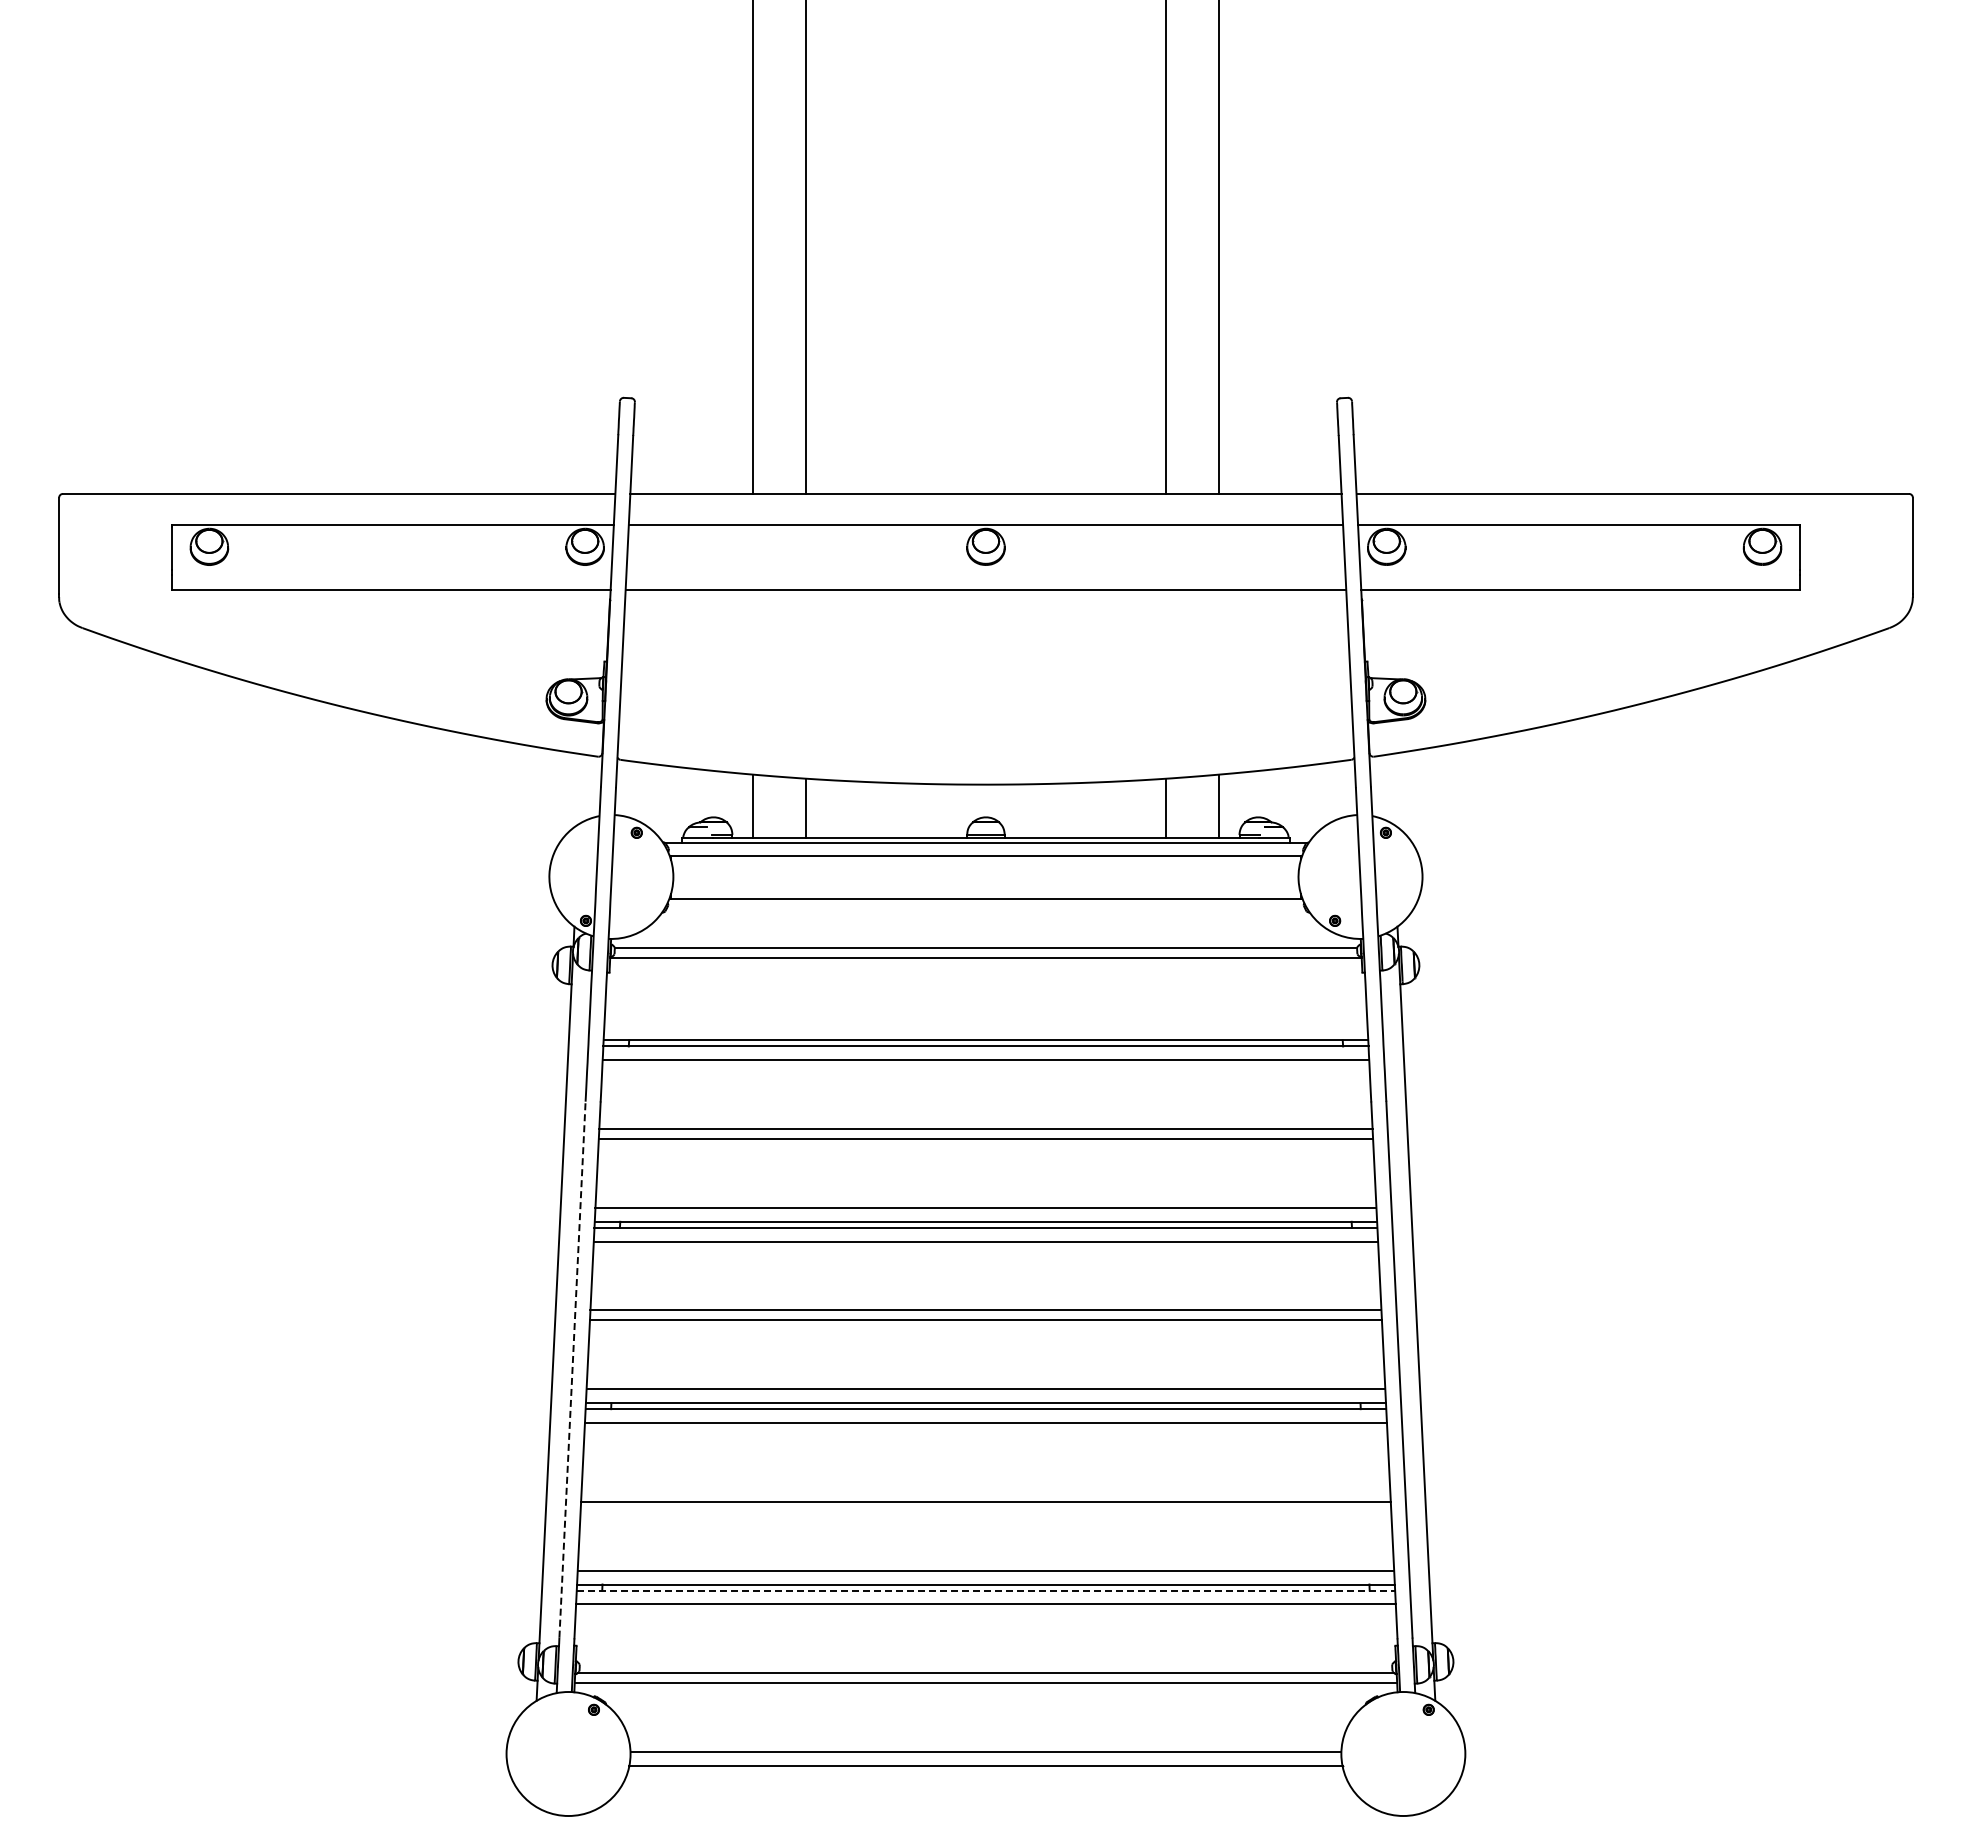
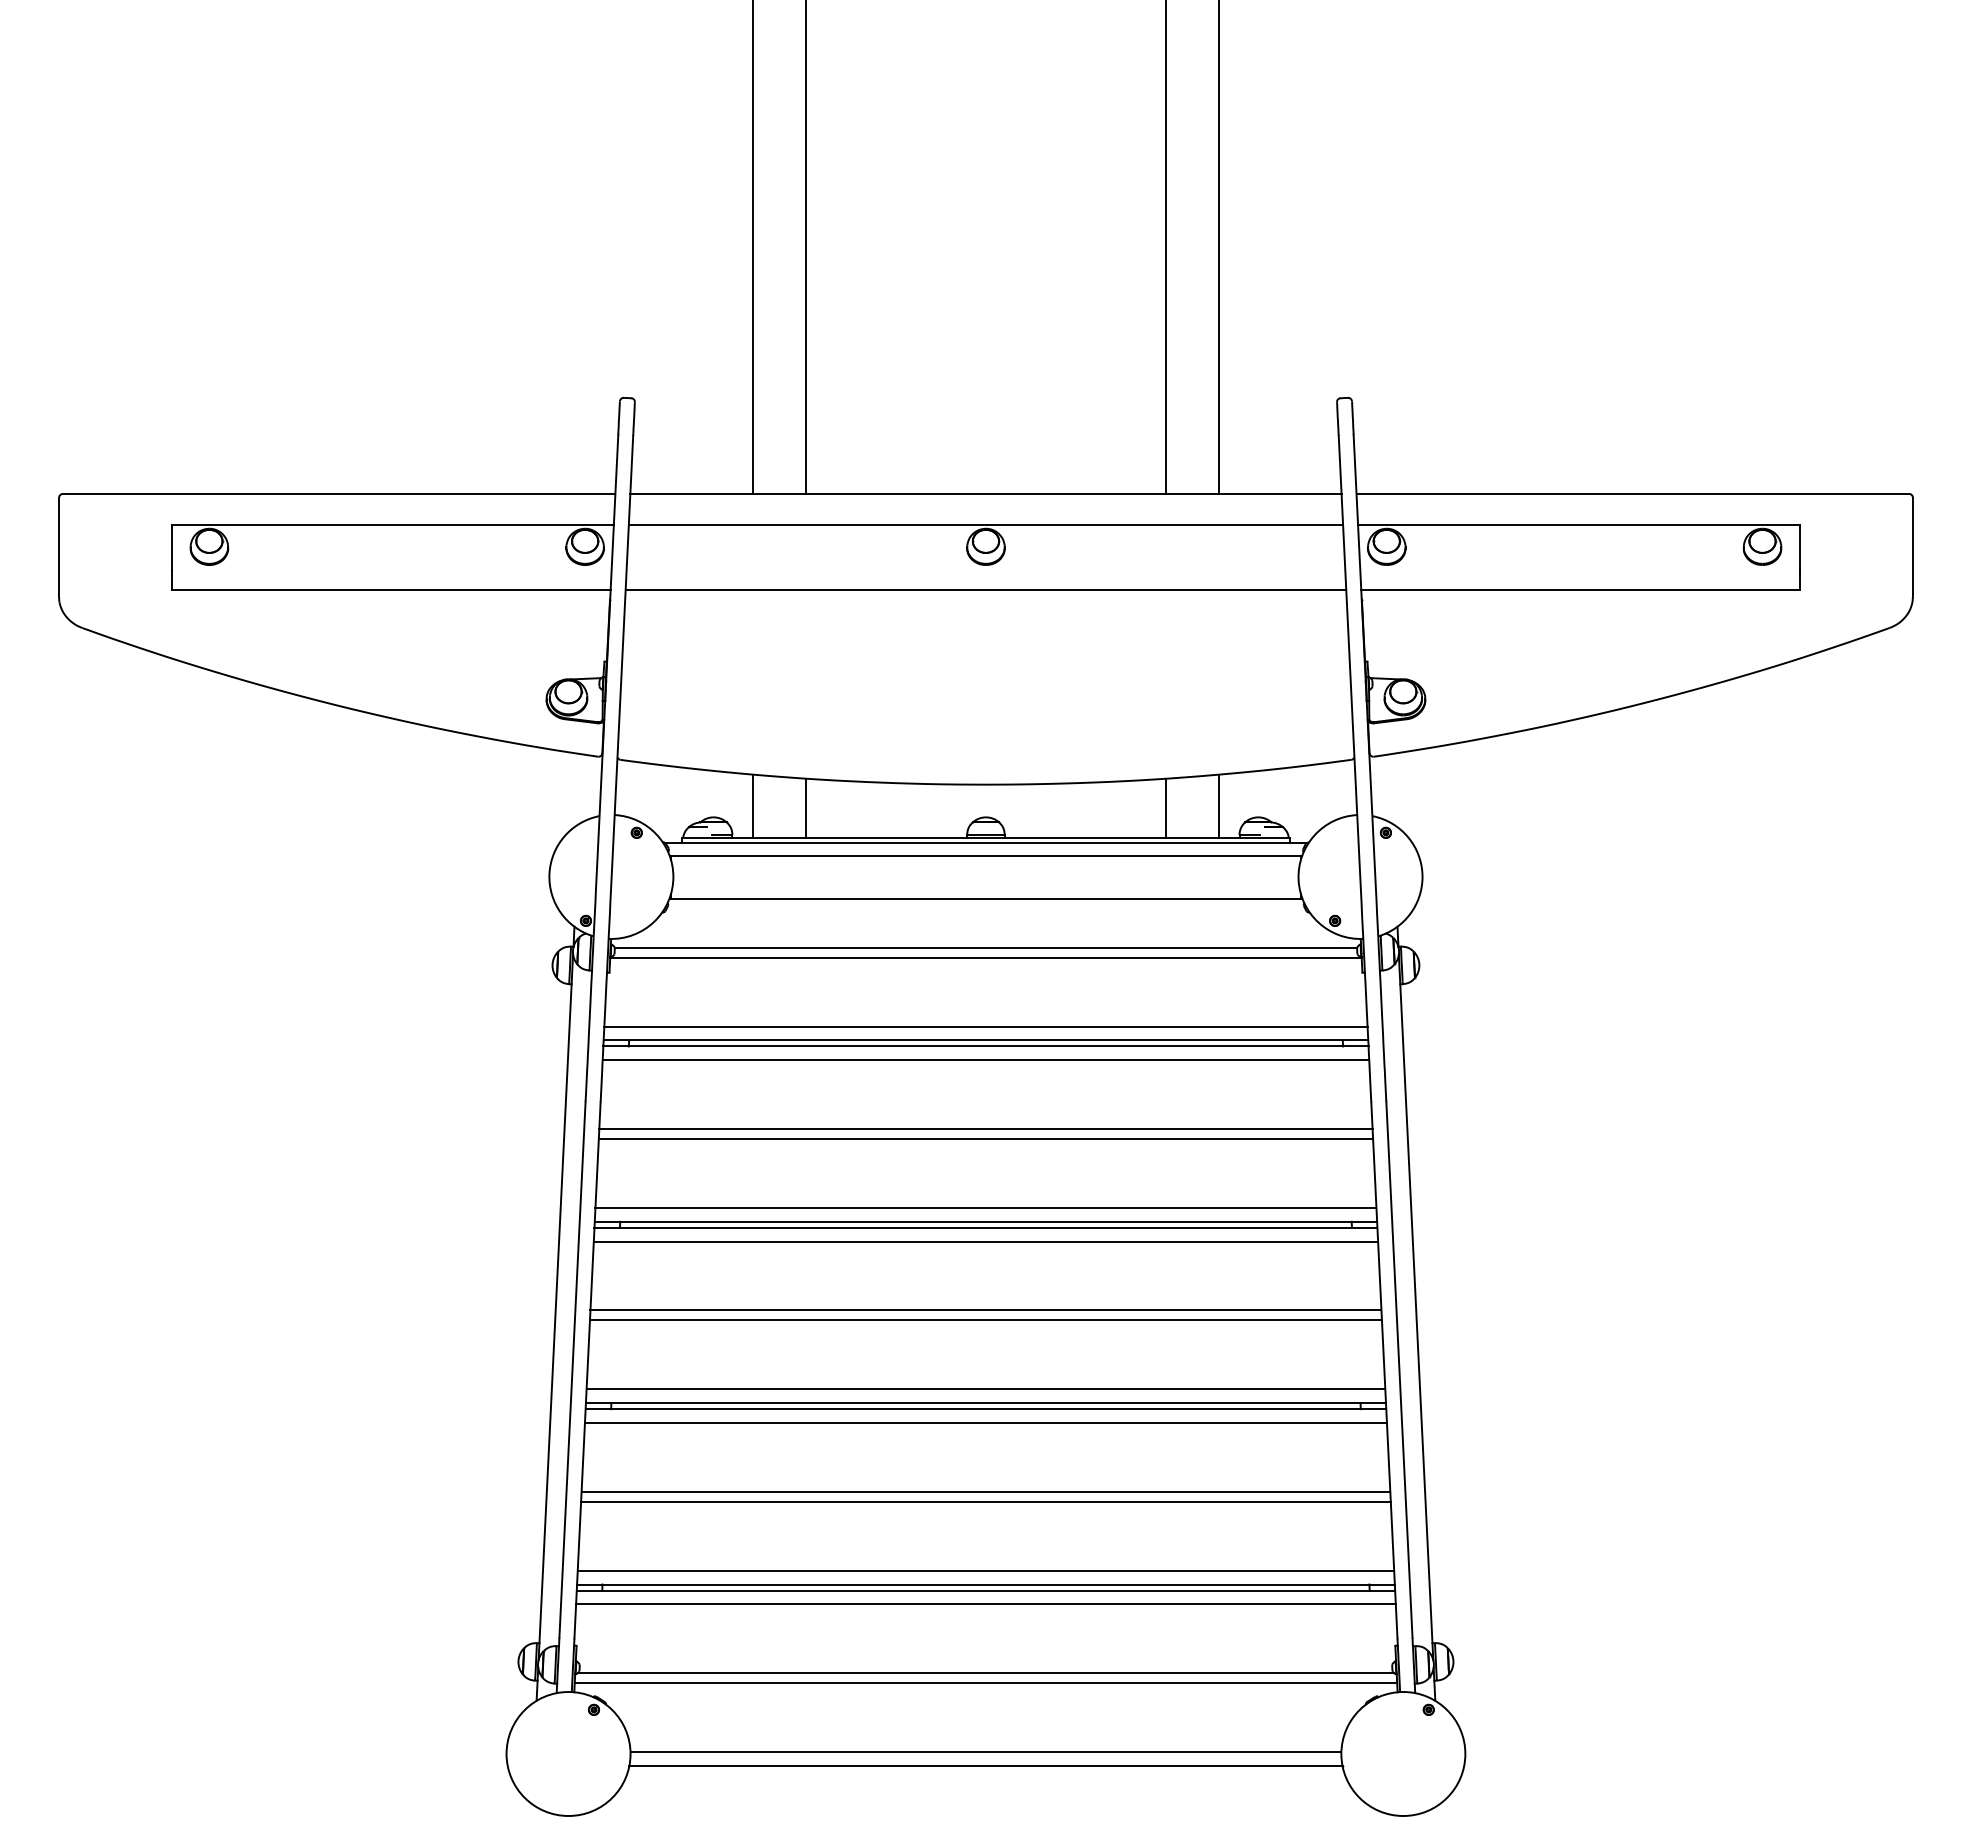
line at (985, 1026): none -> present
line at (572, 1369): dashed -> solid
line at (985, 1491): none -> present
line at (986, 1590): dashed -> solid
